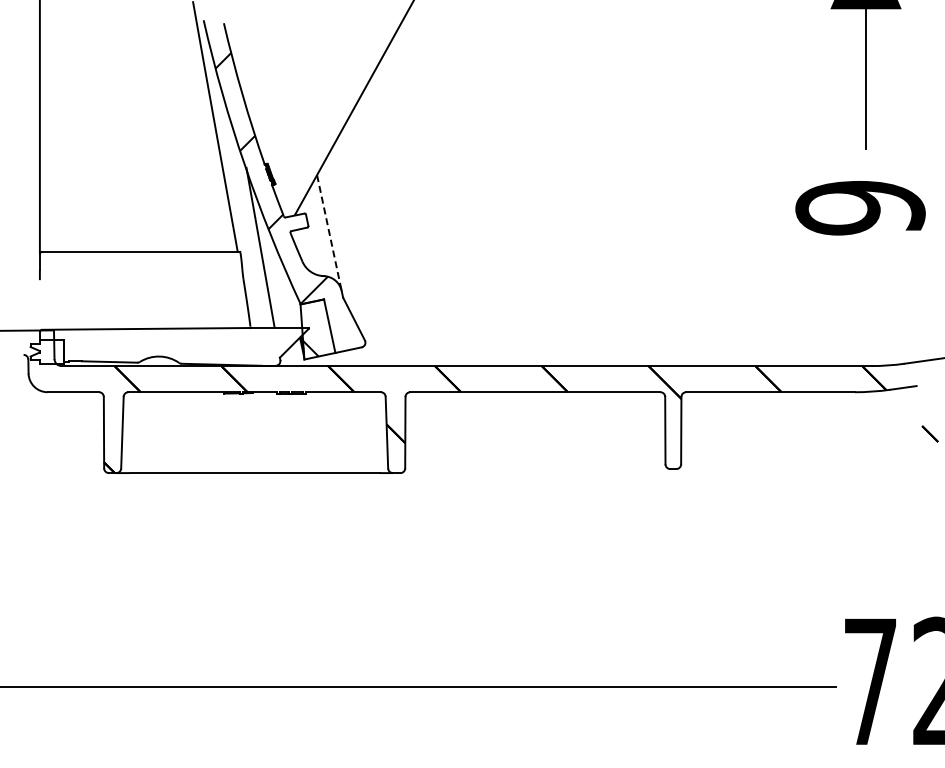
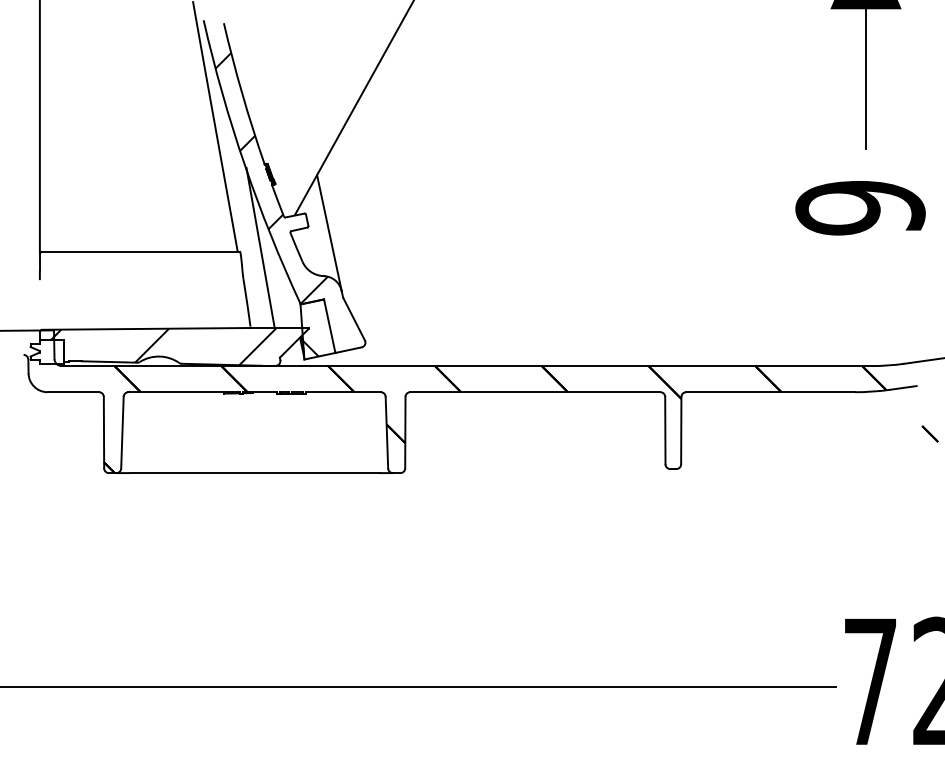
line at (329, 233): dashed -> solid
hatch at (163, 346): none -> present
